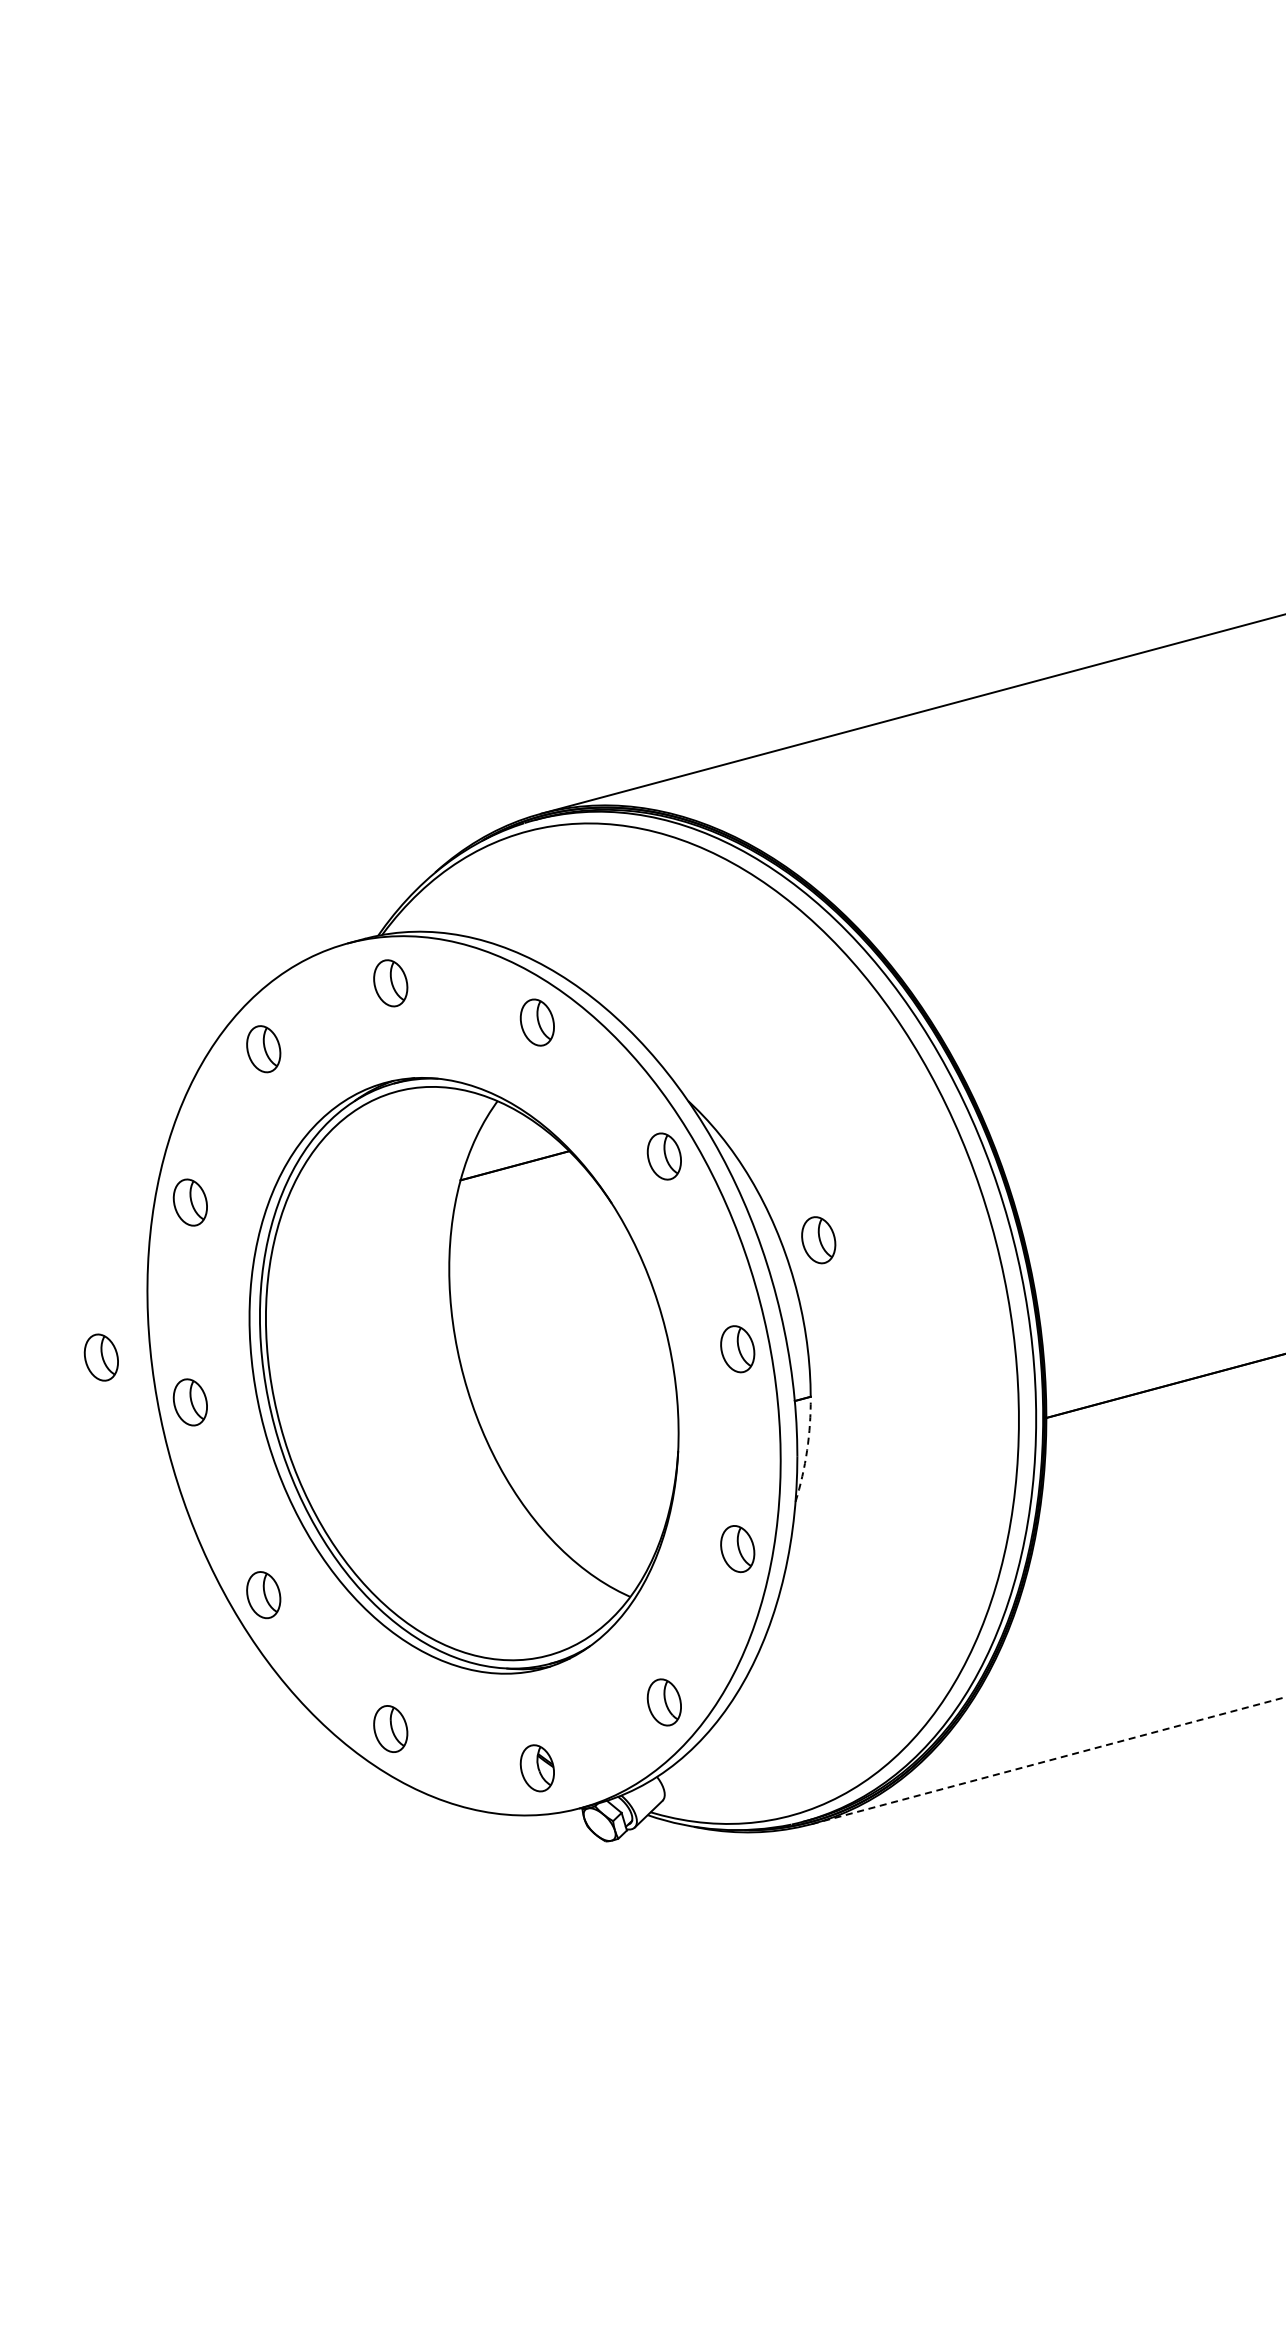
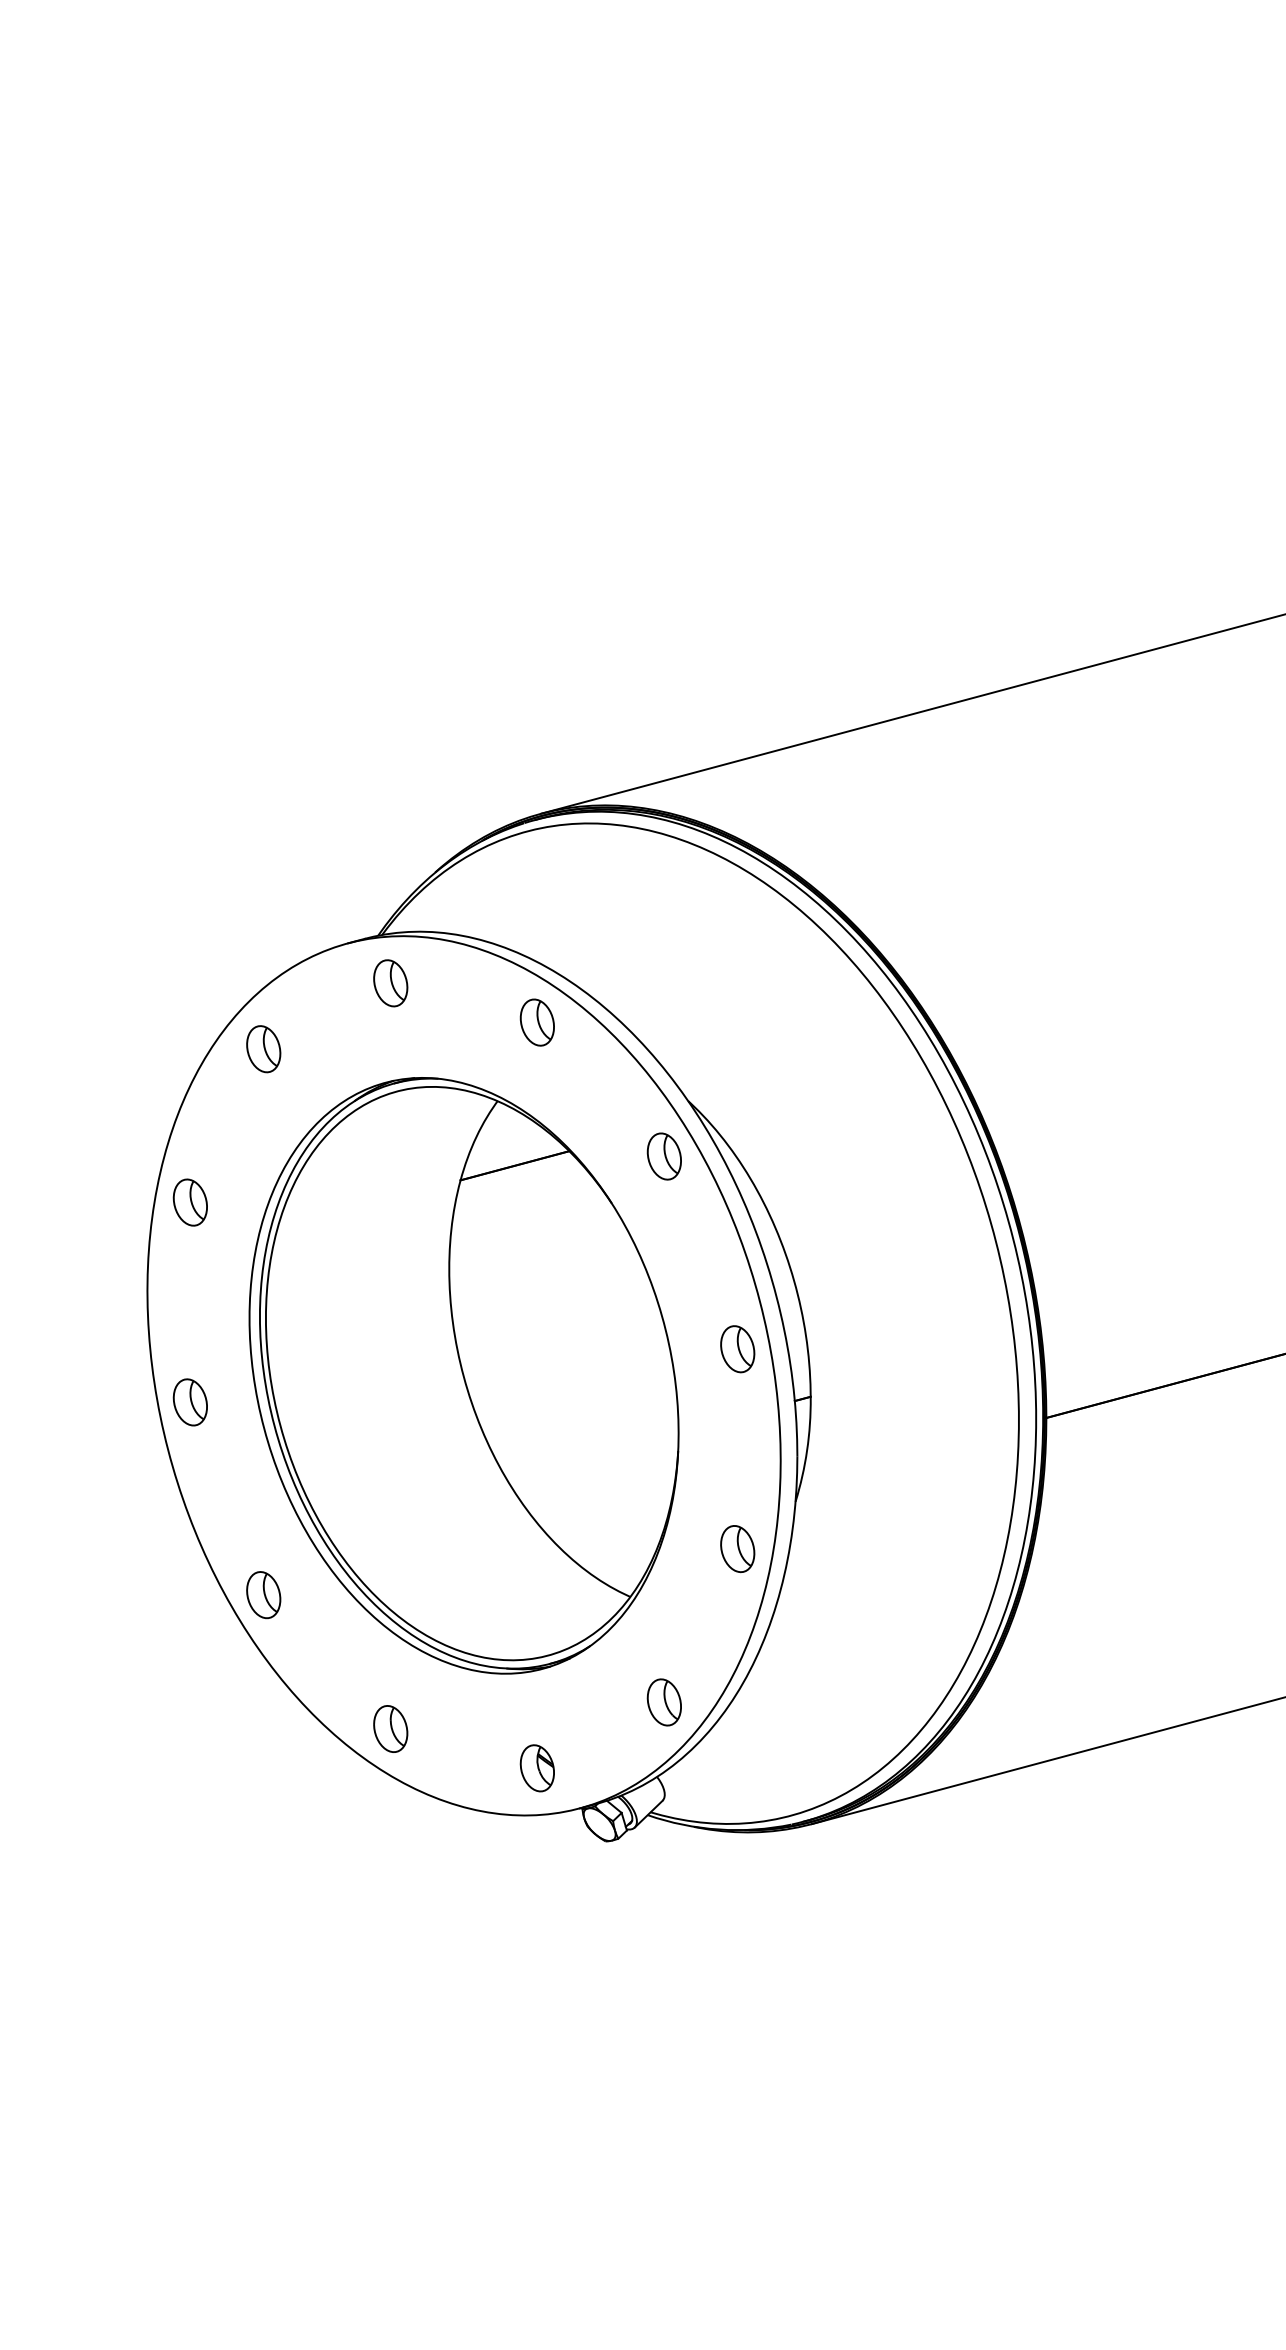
part at (818, 1240): present -> none
part at (100, 1357): present -> none
arc at (807, 1450): dashed -> solid
line at (1048, 1760): dashed -> solid
